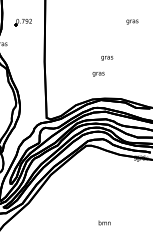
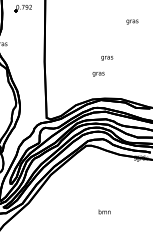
part at (22, 22) position: (22, 22) -> (22, 8)
text at (104, 222) position: (104, 222) -> (104, 211)
